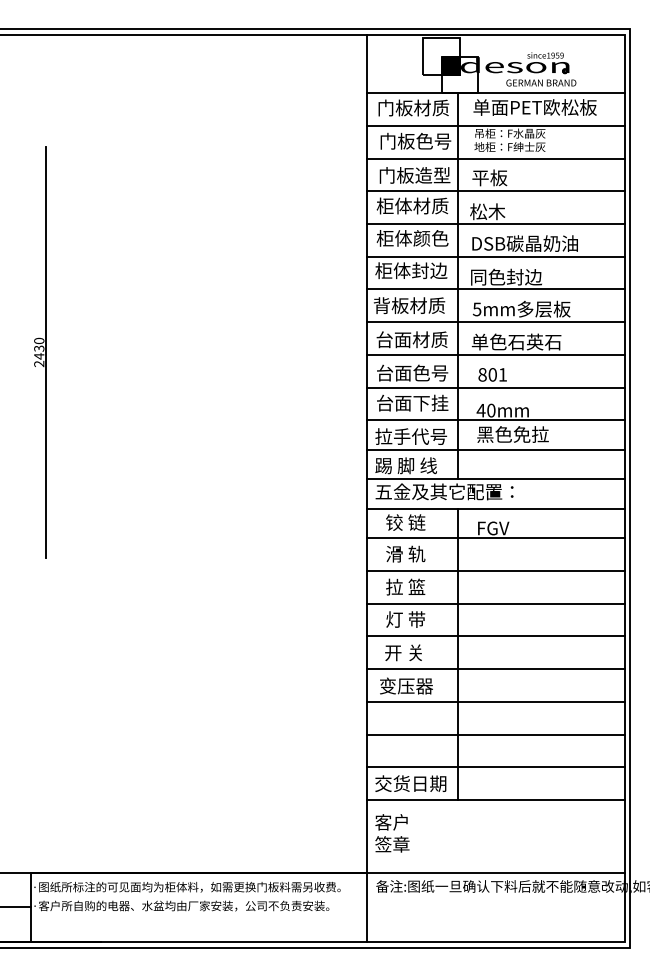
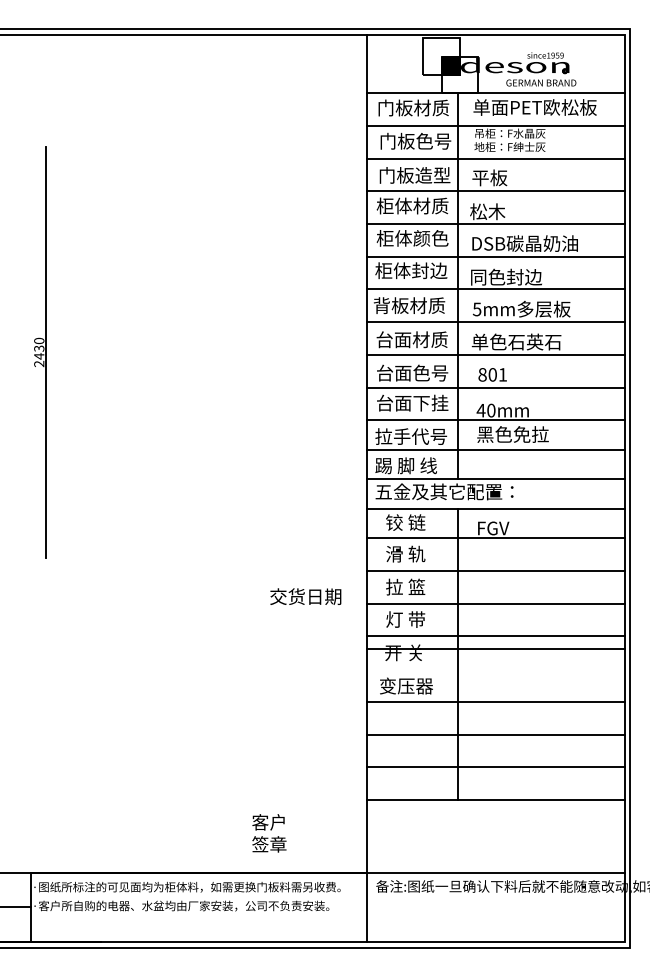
line at (495, 669) position: (495, 669) -> (495, 649)
text at (410, 783) position: (410, 783) -> (305, 596)
text at (392, 833) position: (392, 833) -> (269, 833)
